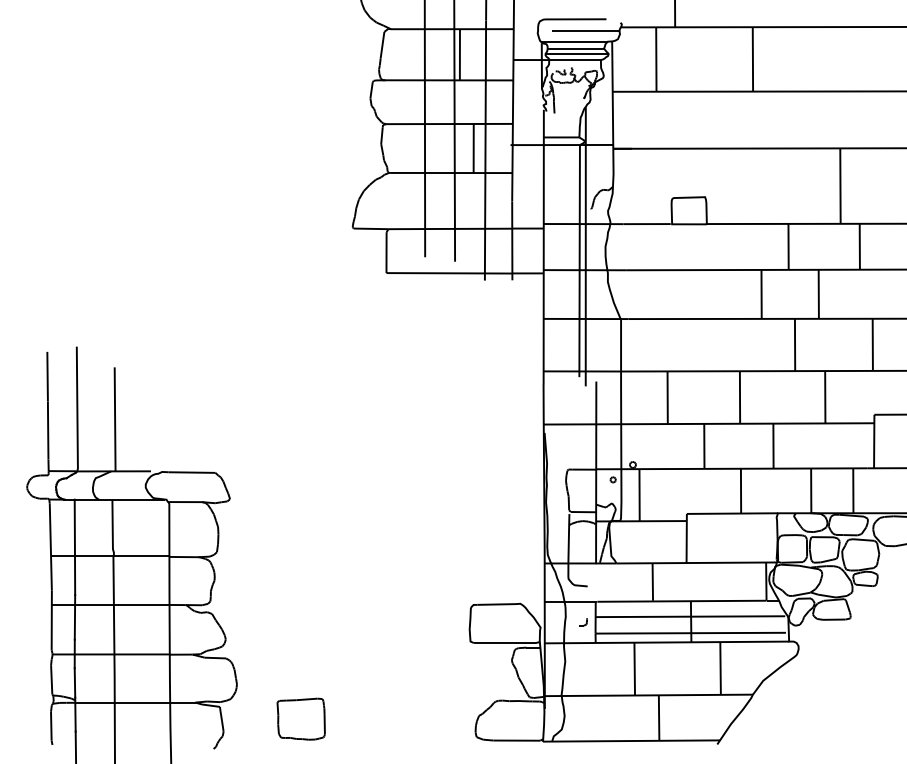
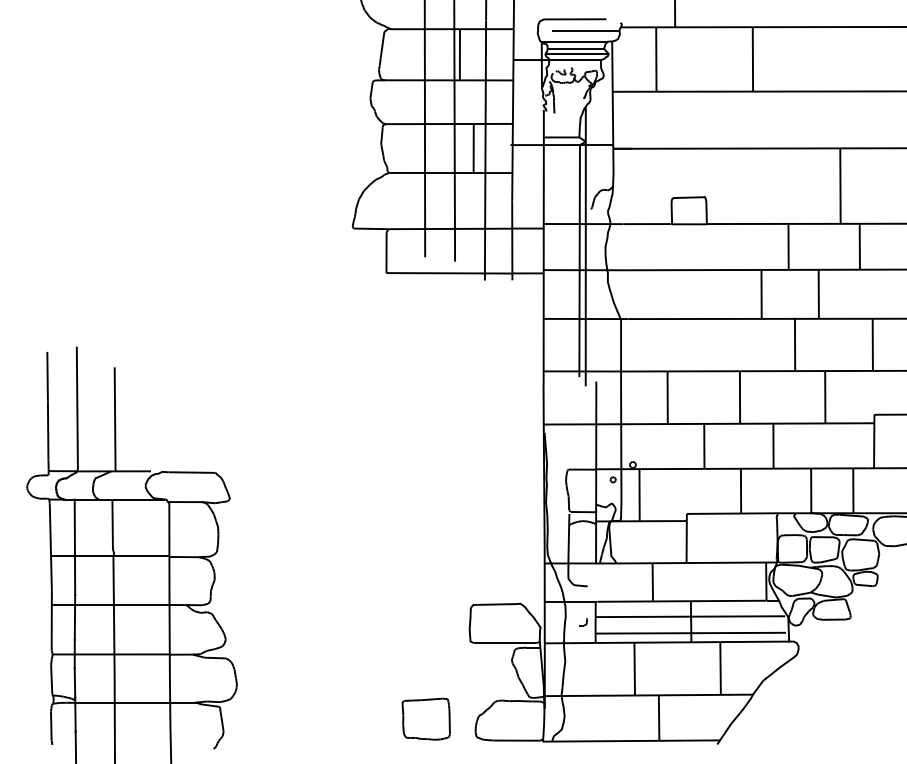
part at (300, 718) position: (300, 718) -> (425, 718)
